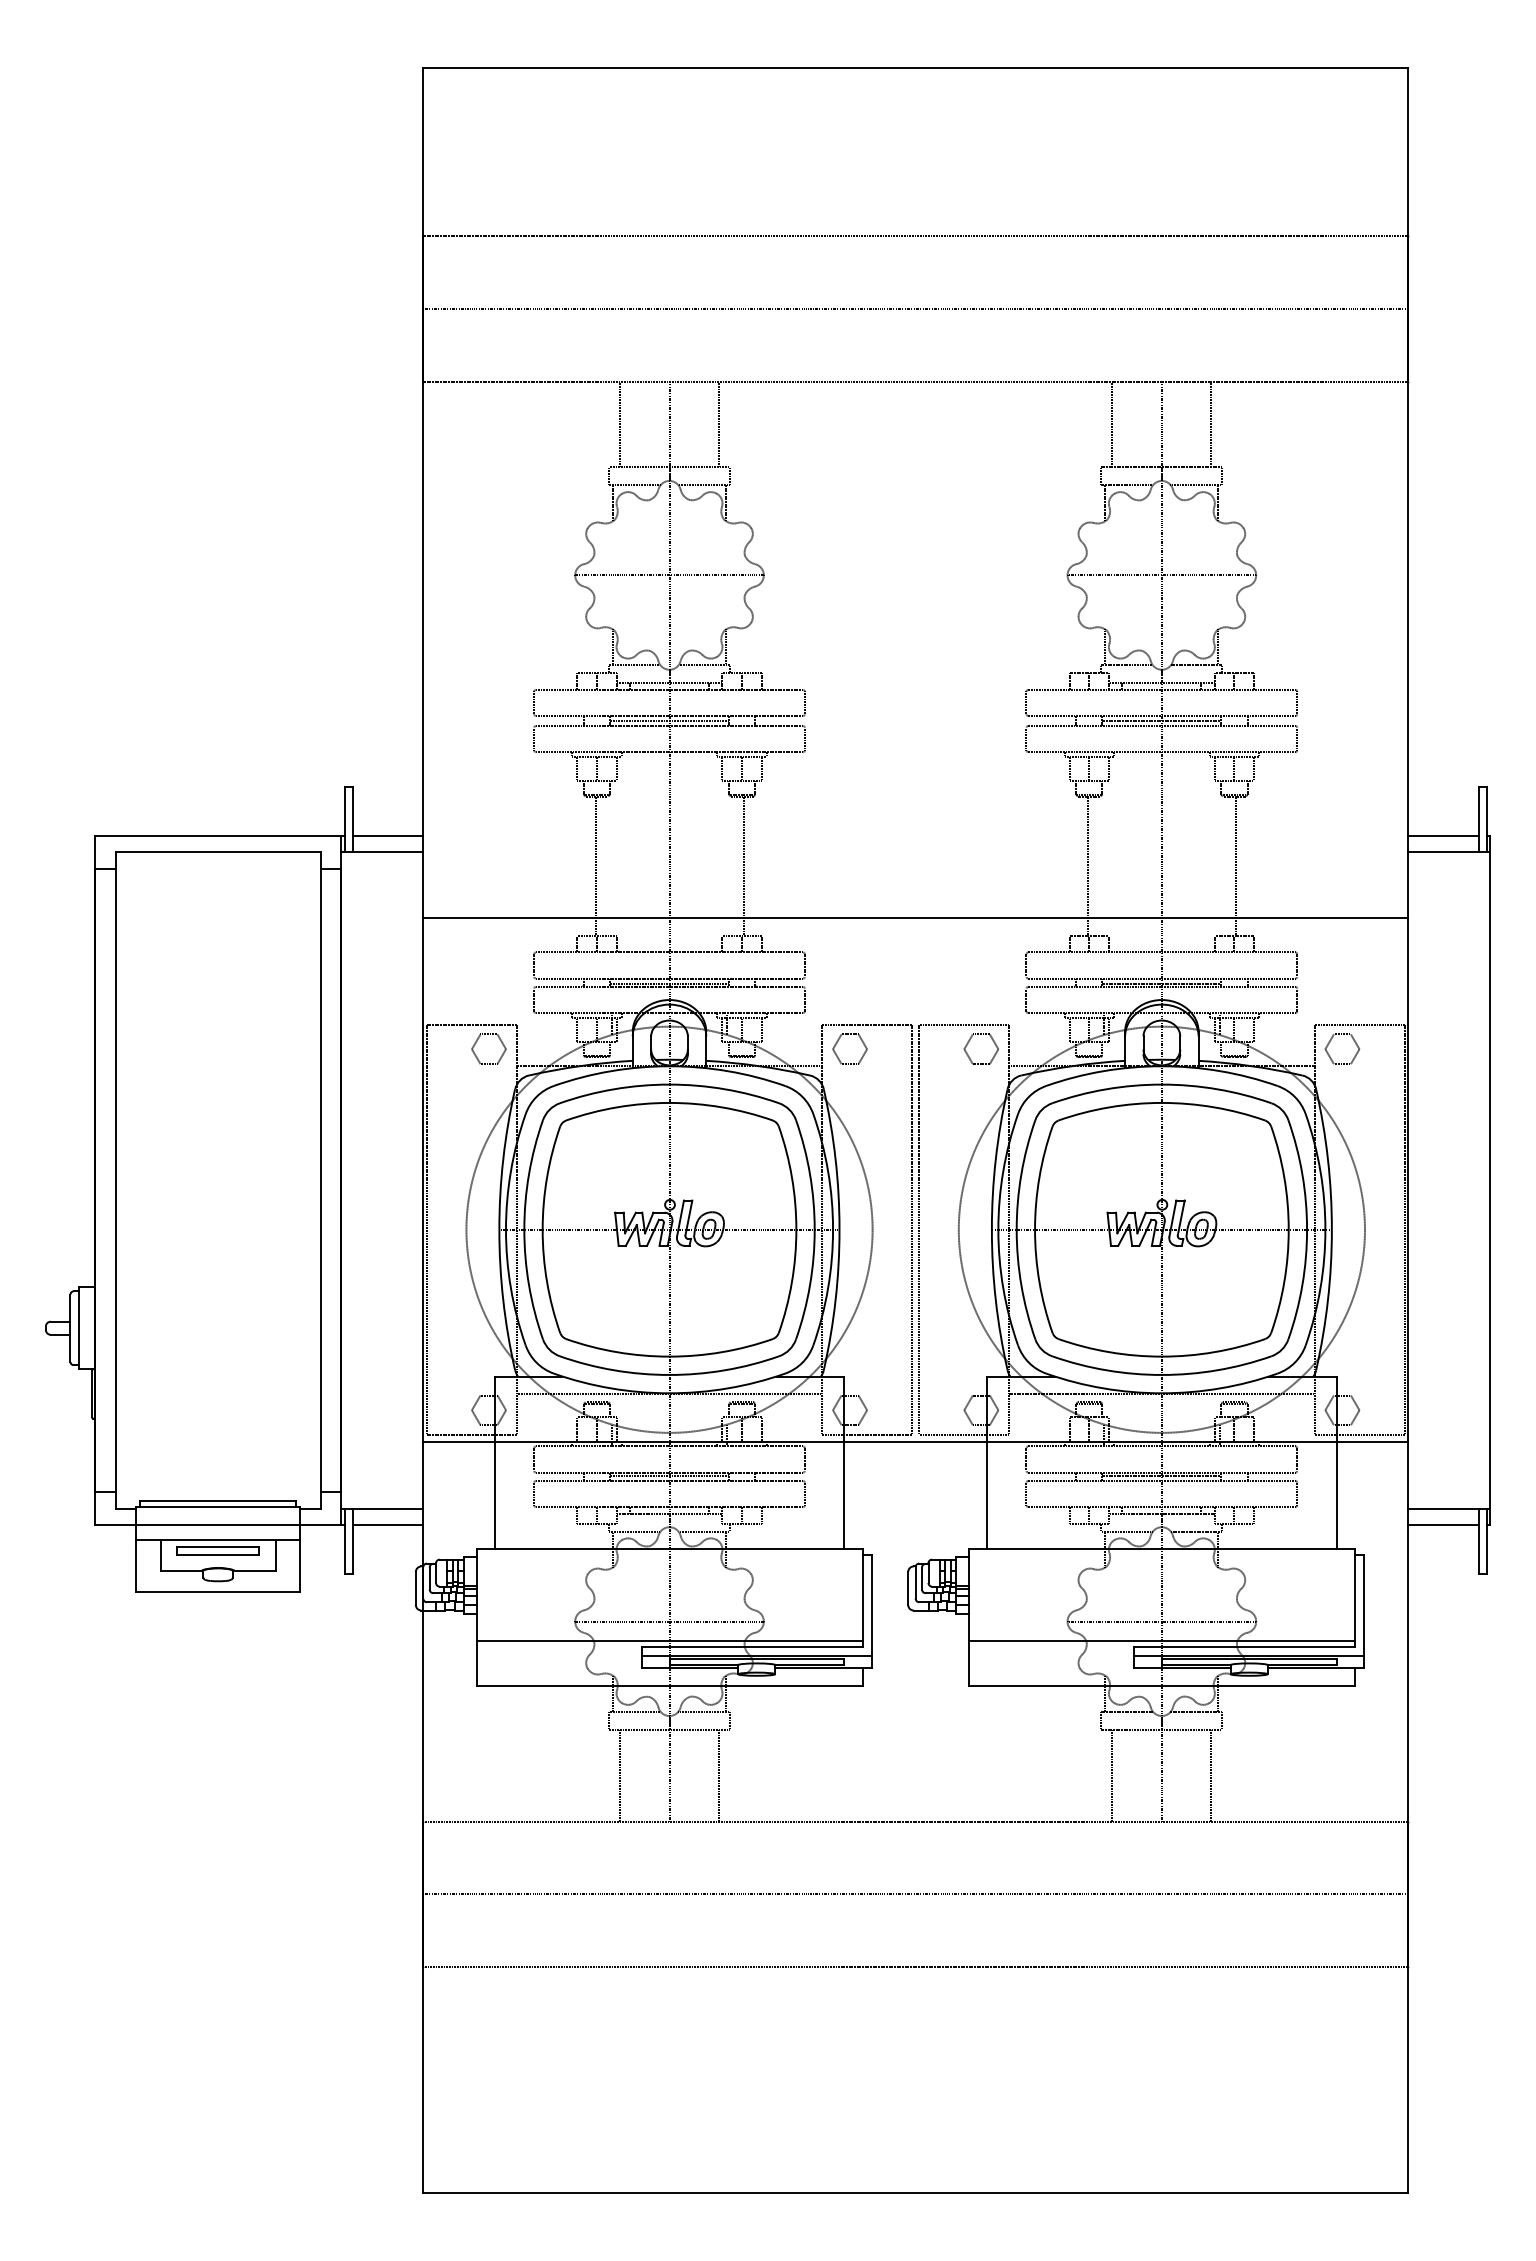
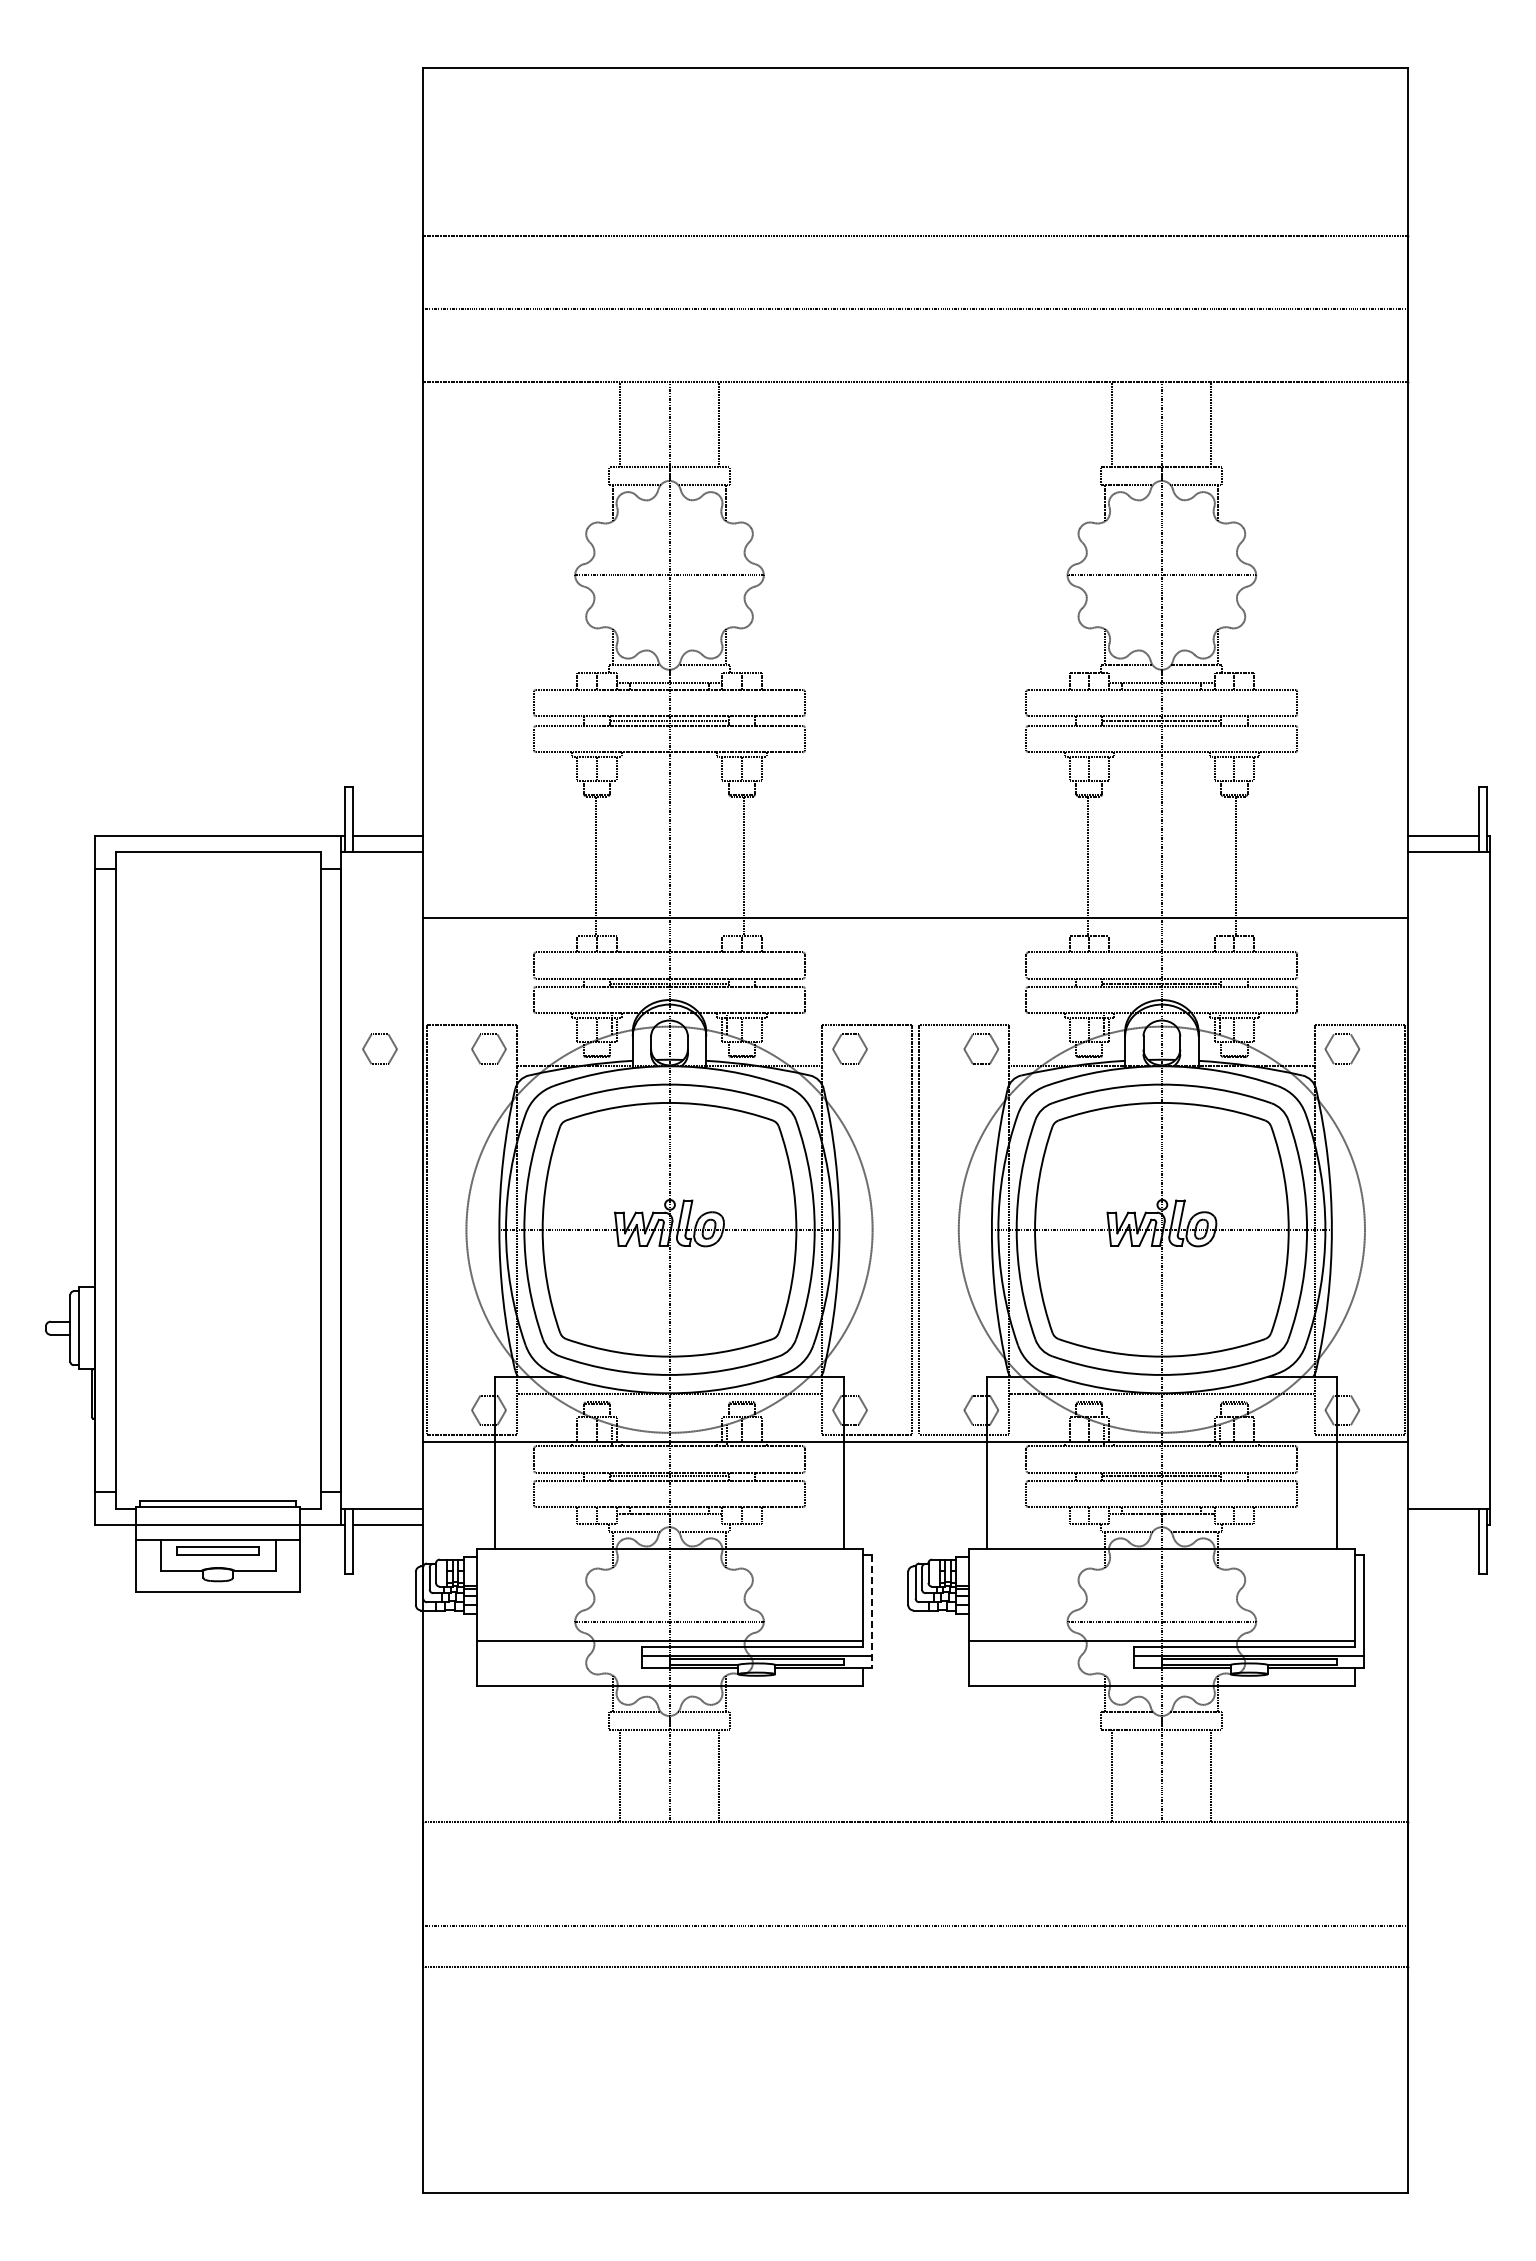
part at (367, 1043): none -> present
line at (1443, 1525): present -> none
line at (871, 1612): solid -> dashed
line at (915, 1894) position: (915, 1894) -> (915, 1926)
